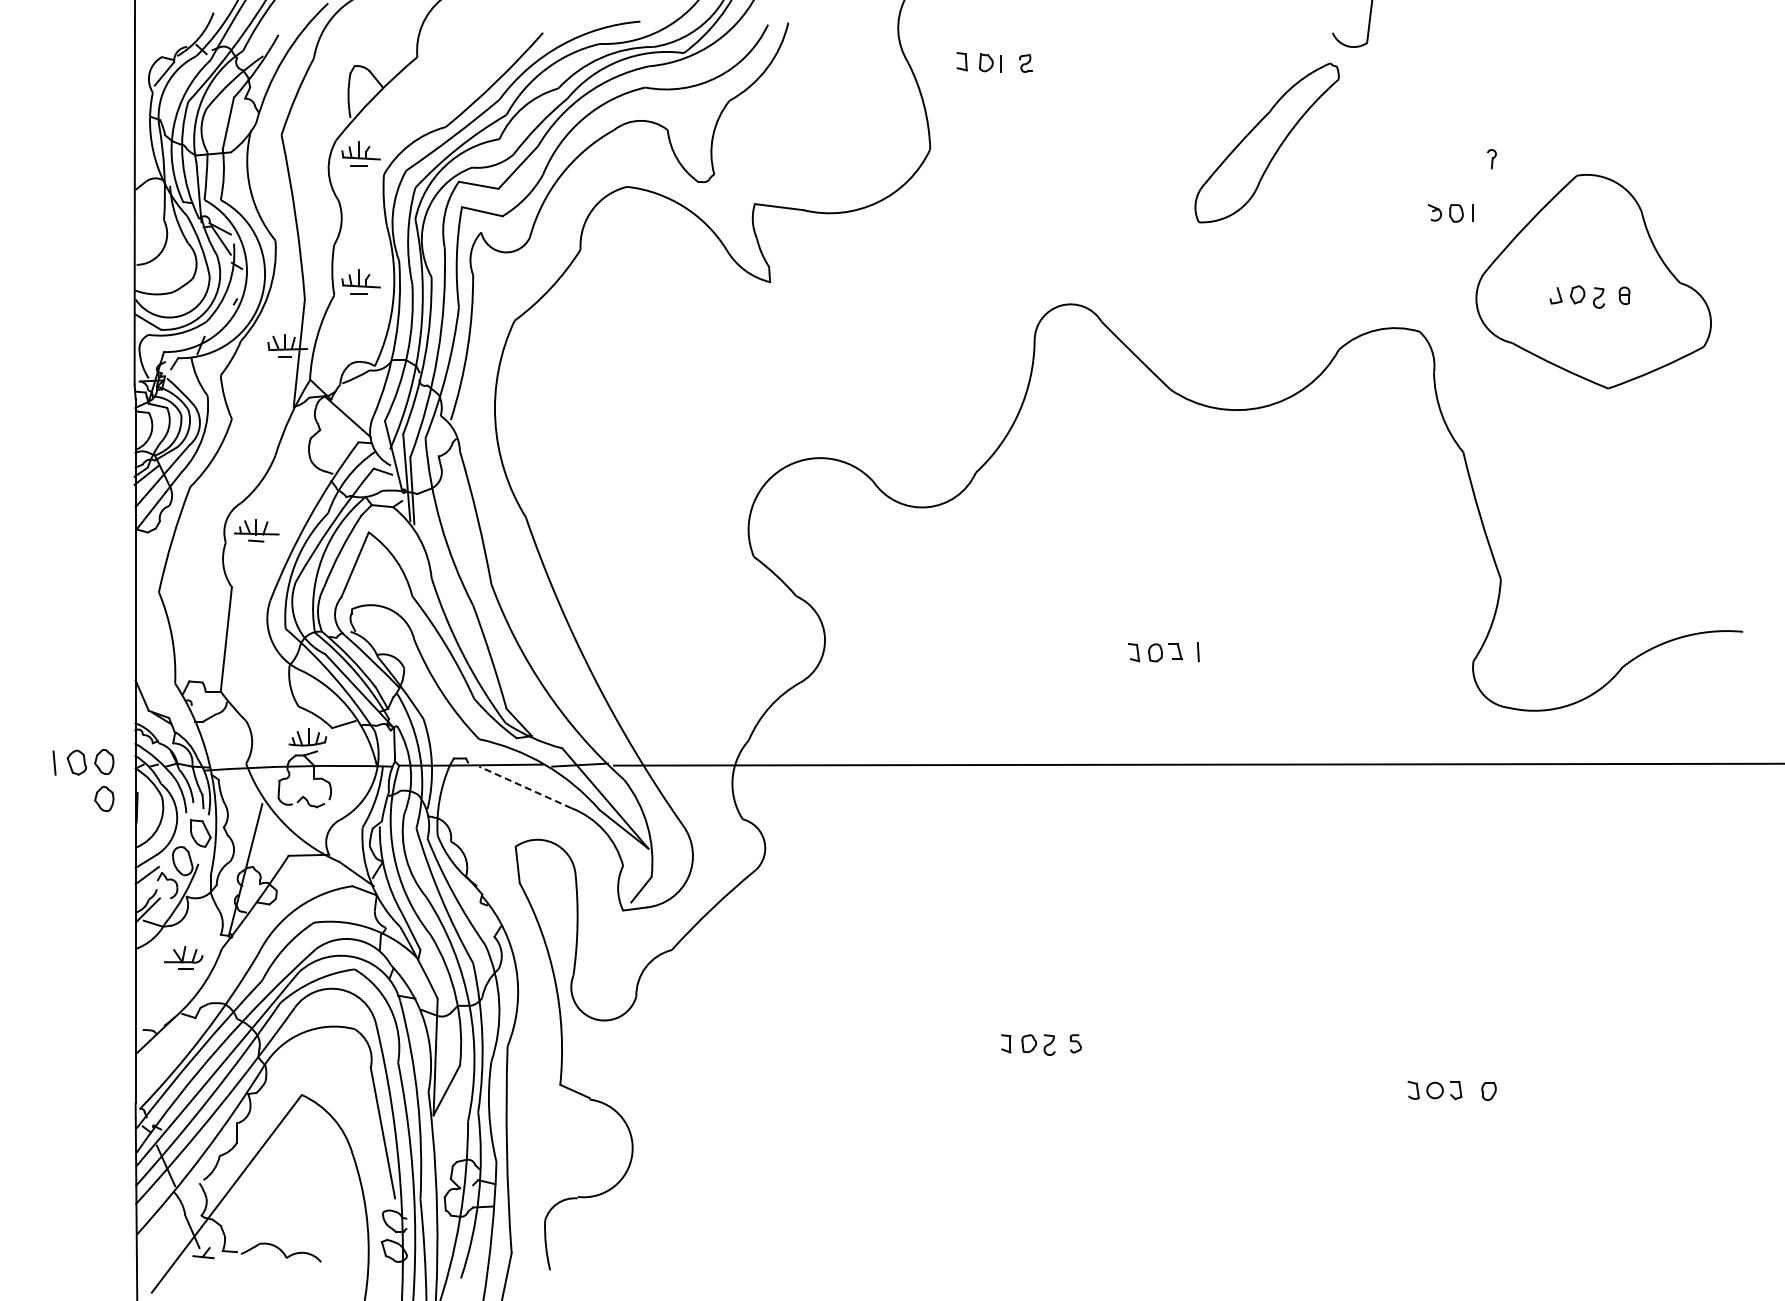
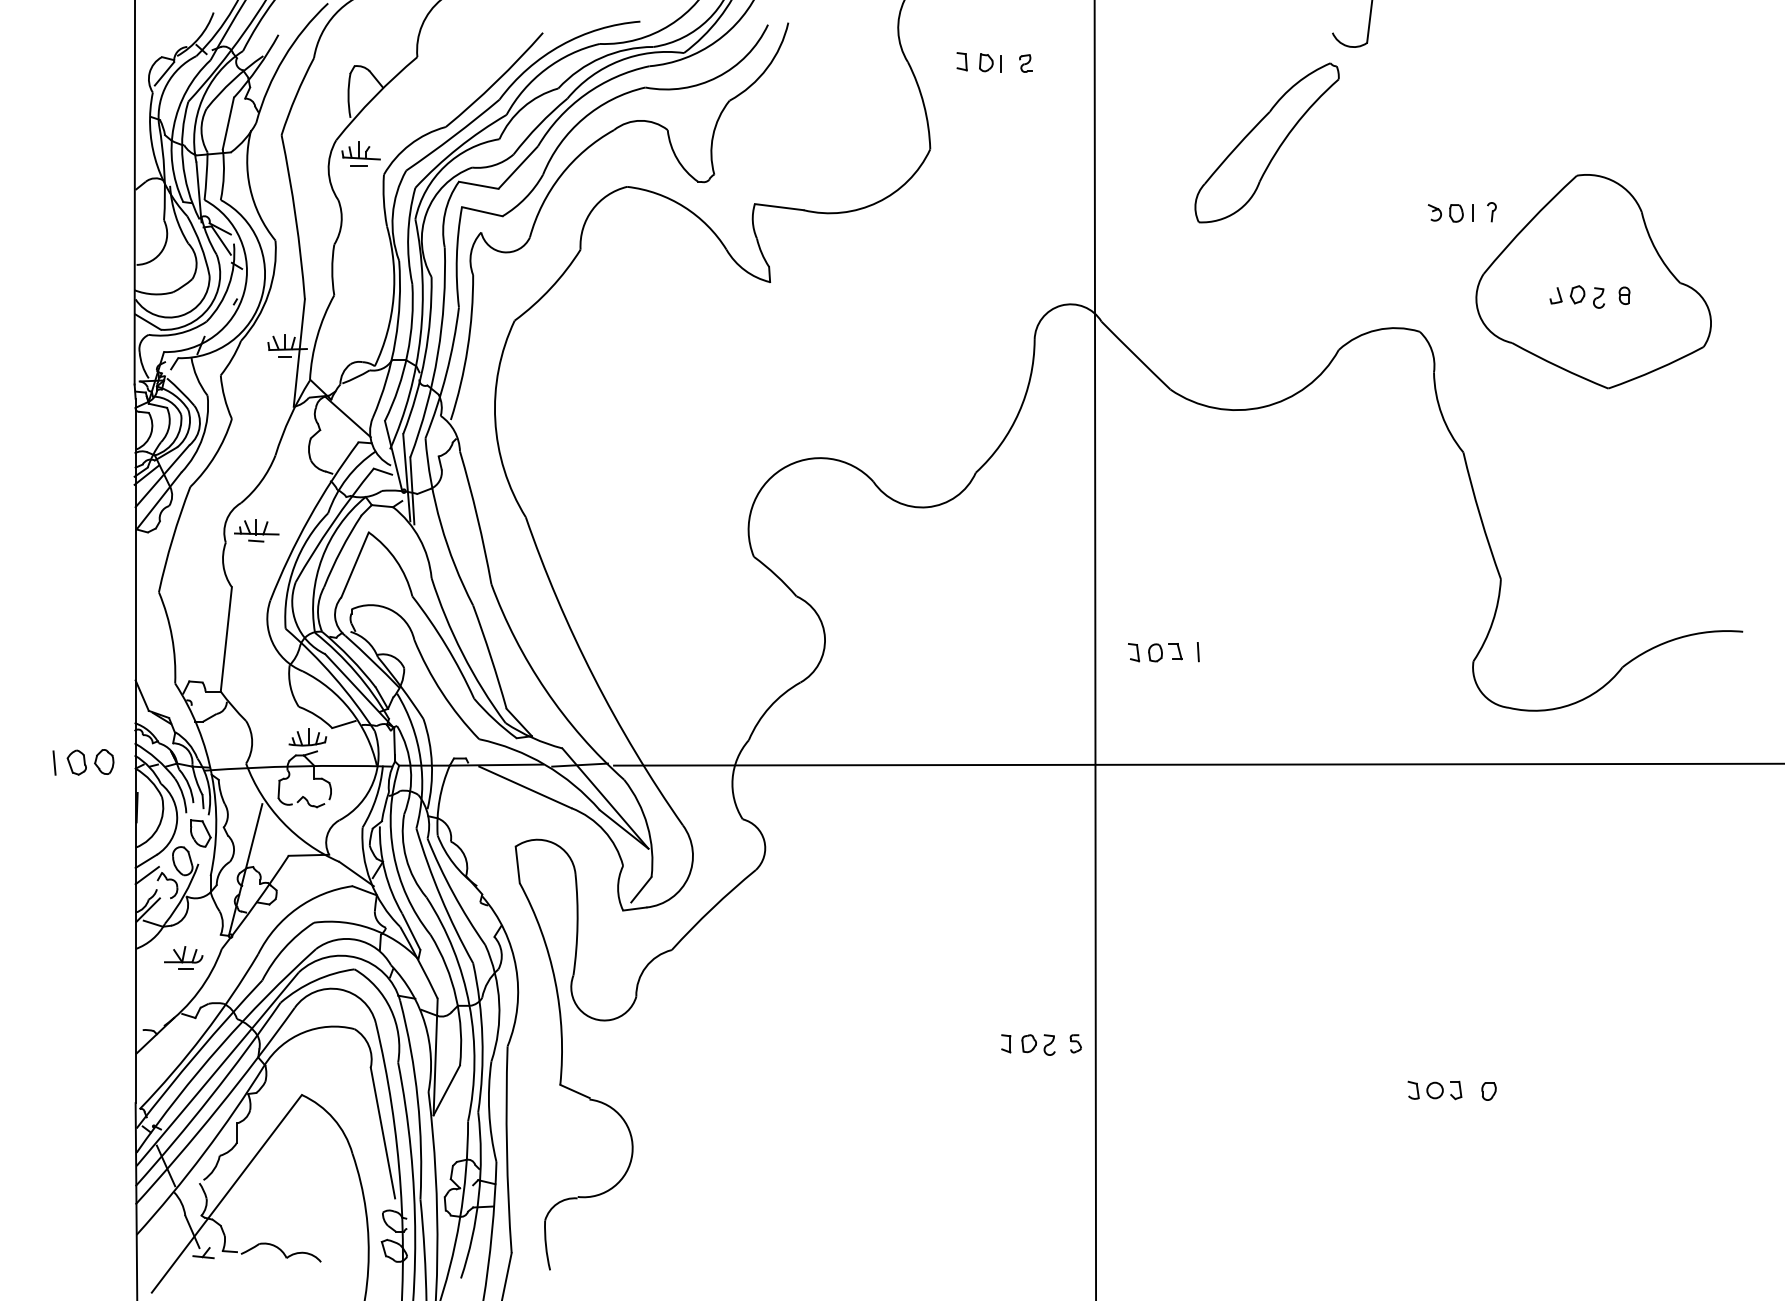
part at (1491, 159) position: (1491, 159) -> (1491, 212)
part at (360, 281): present -> none
line at (1095, 649): none -> present
line at (525, 787): dashed -> solid
part at (104, 798): present -> none
